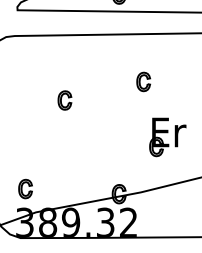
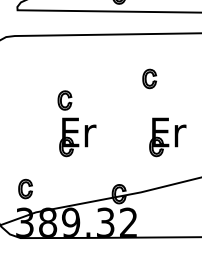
part at (143, 81) position: (143, 81) -> (149, 78)
part at (77, 137): none -> present
